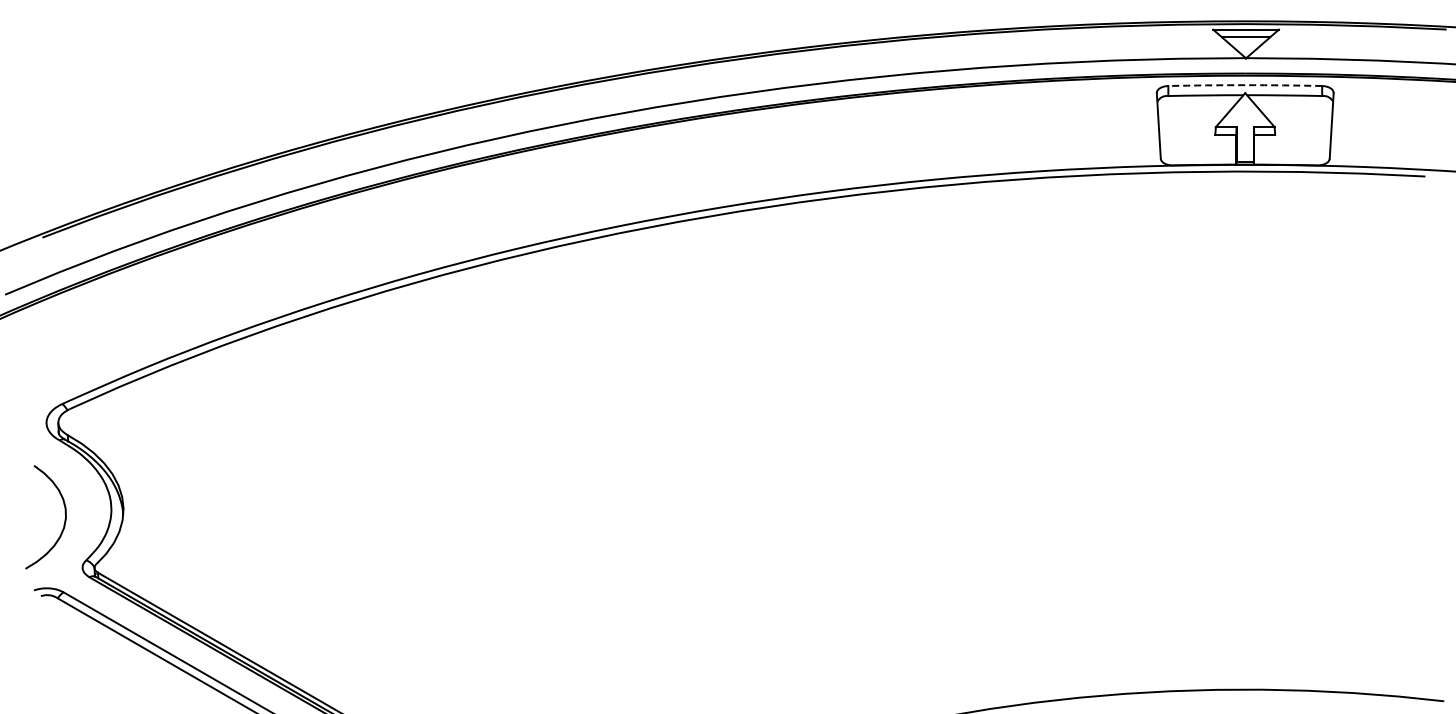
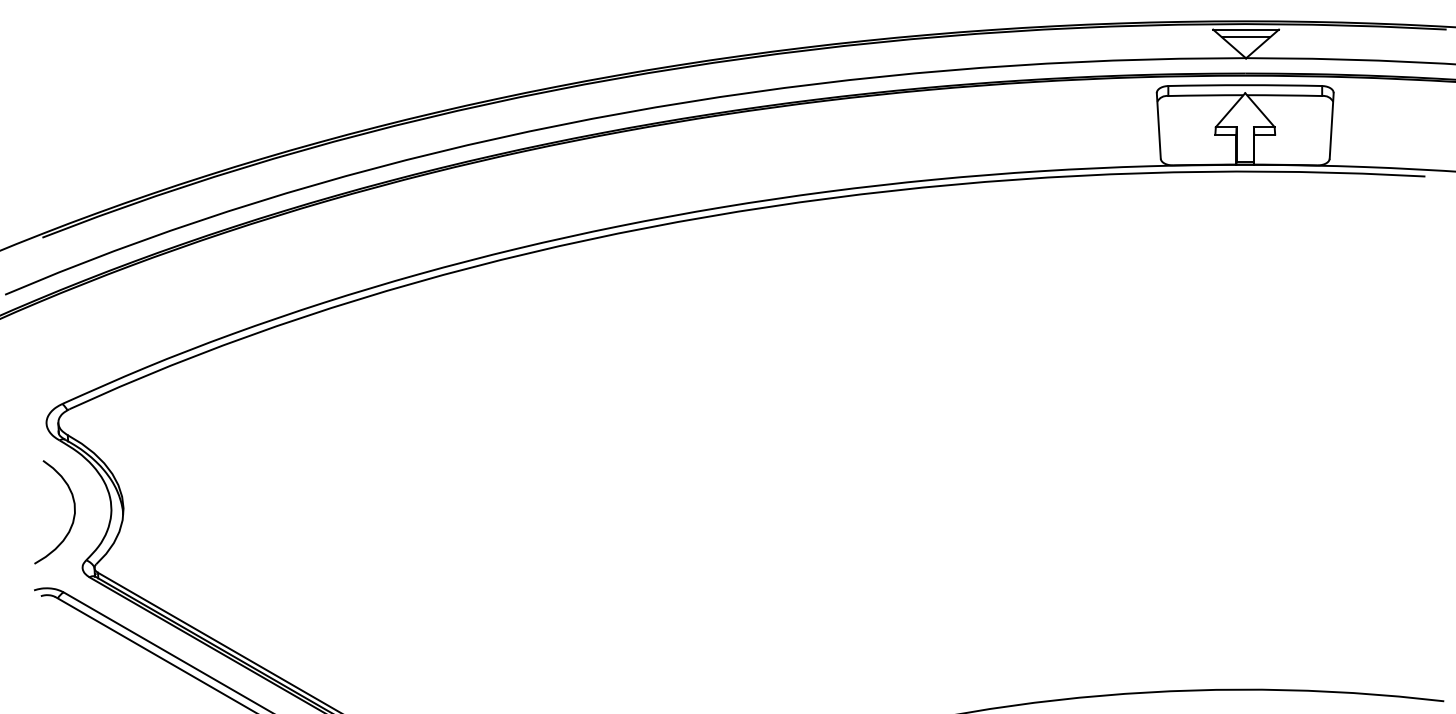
arc at (1245, 85): dashed -> solid
curve at (64, 519) position: (64, 519) -> (73, 514)
